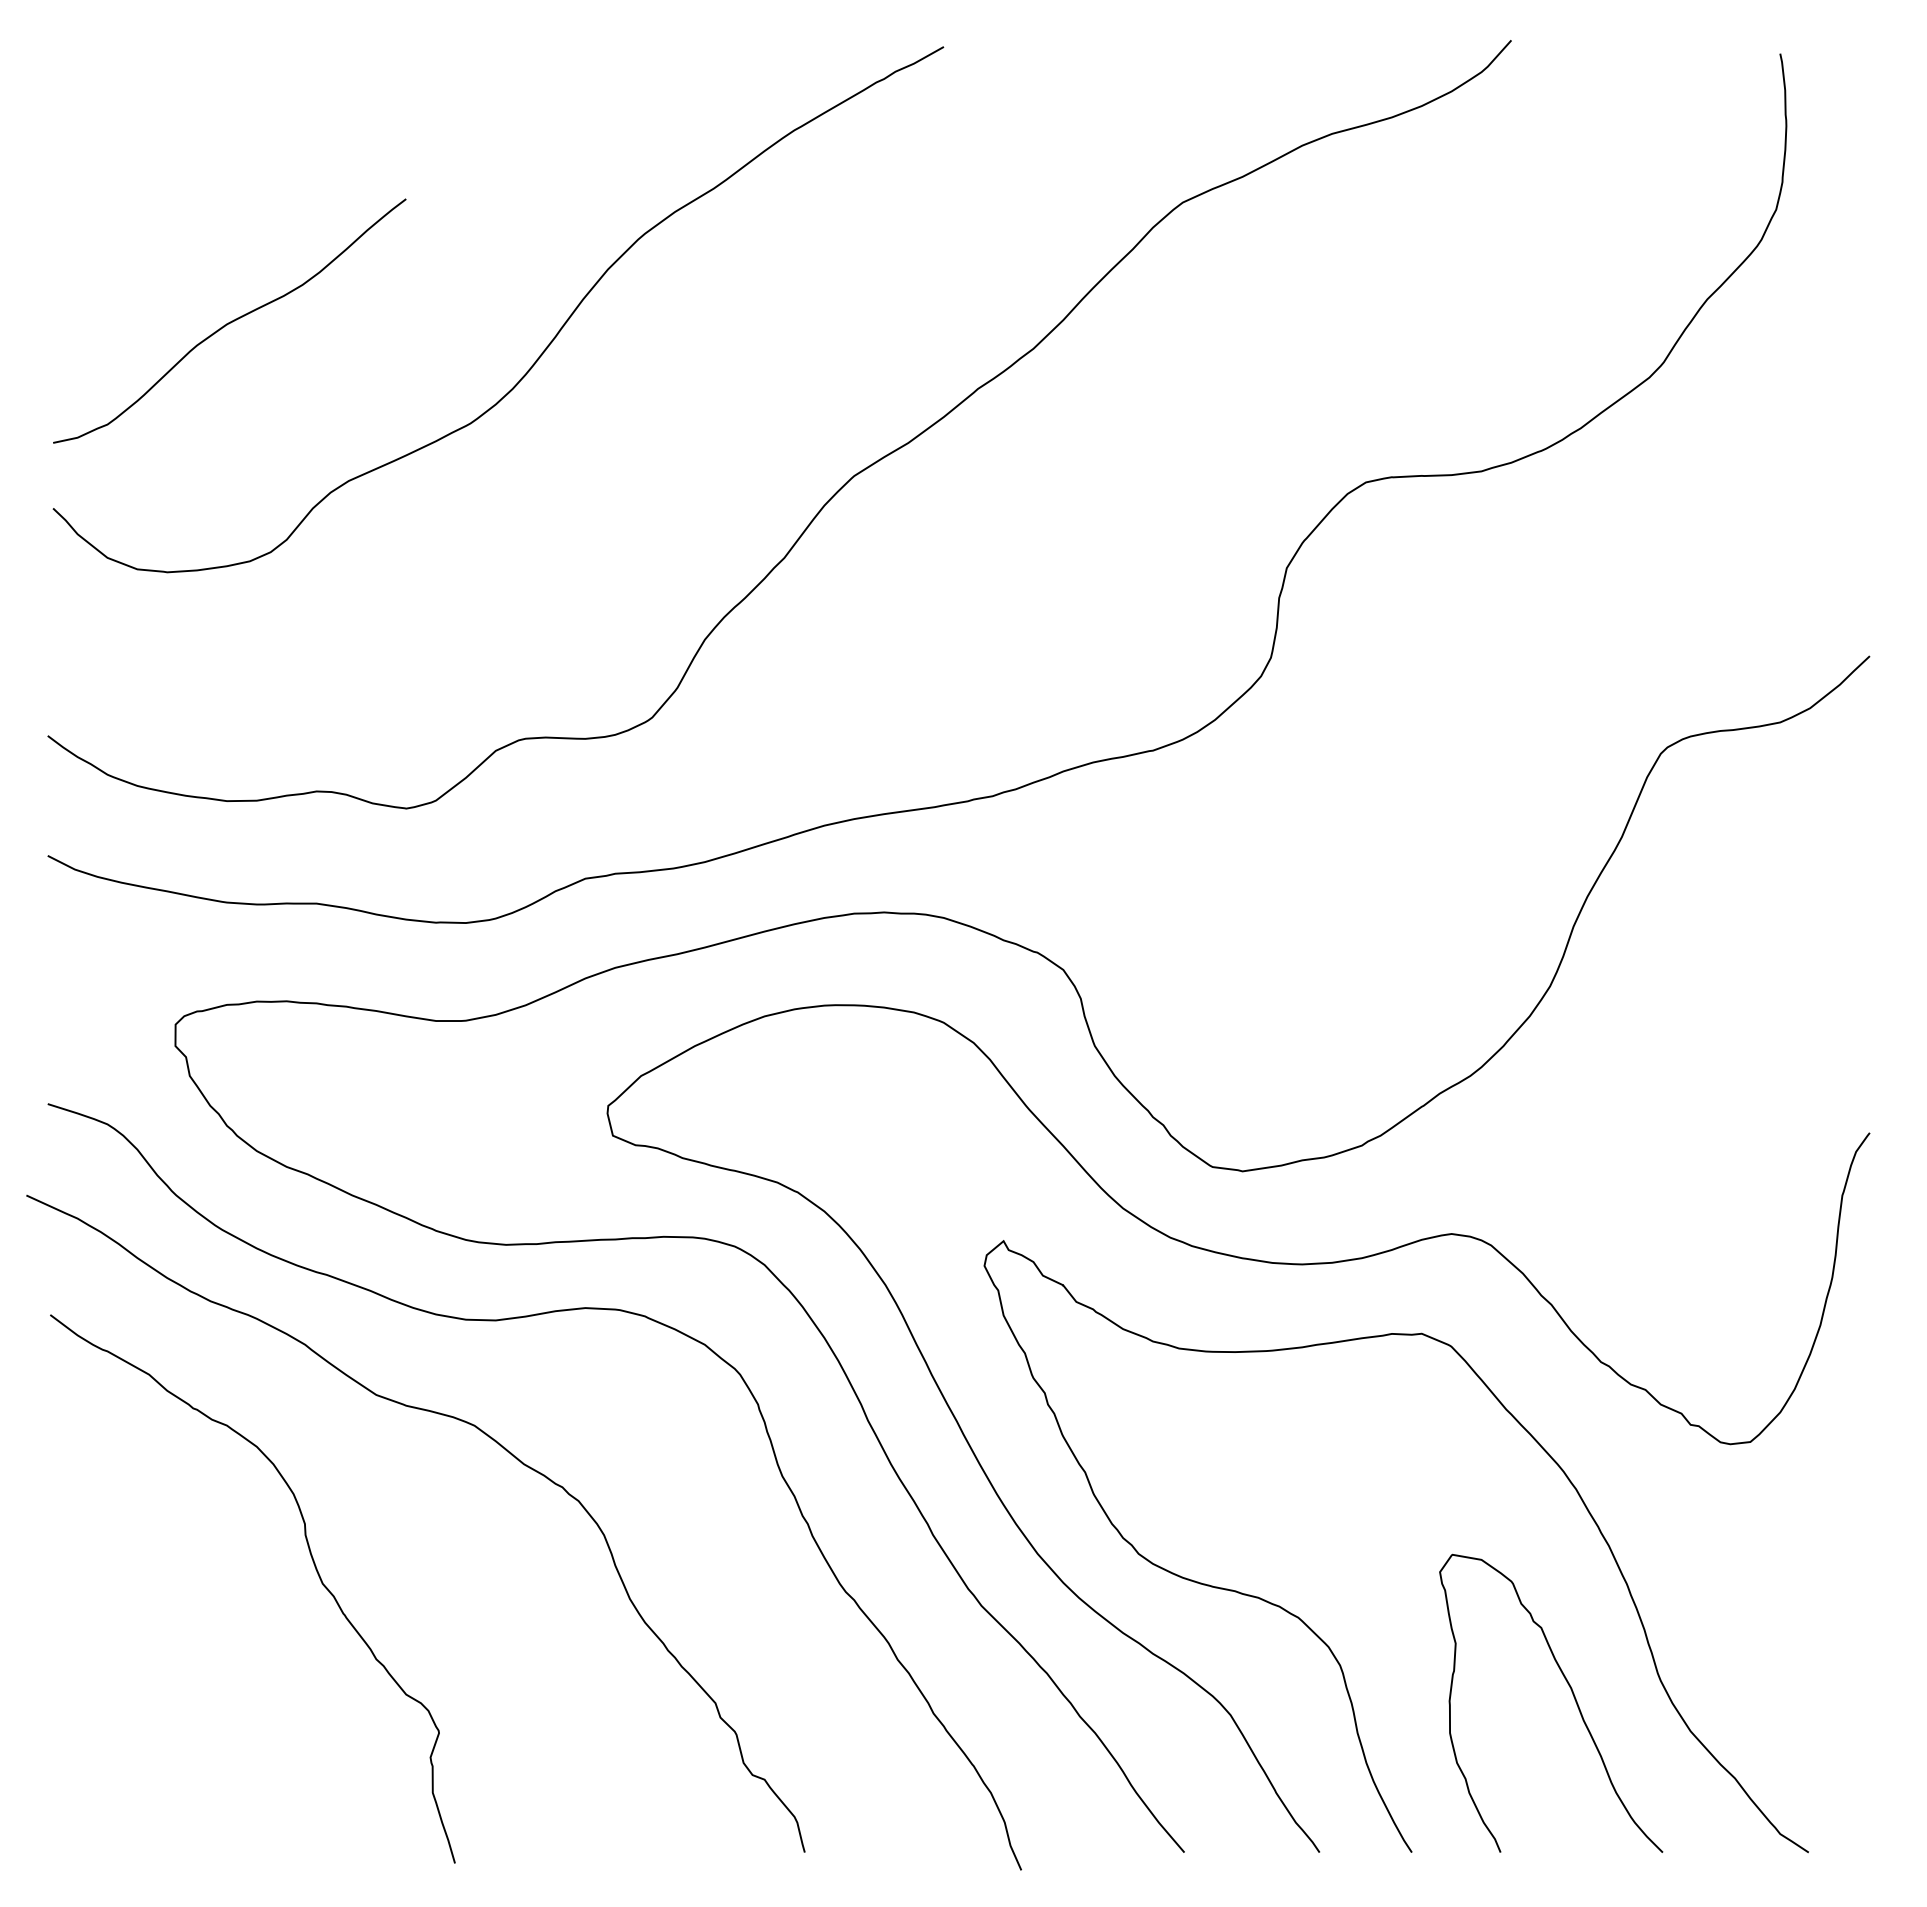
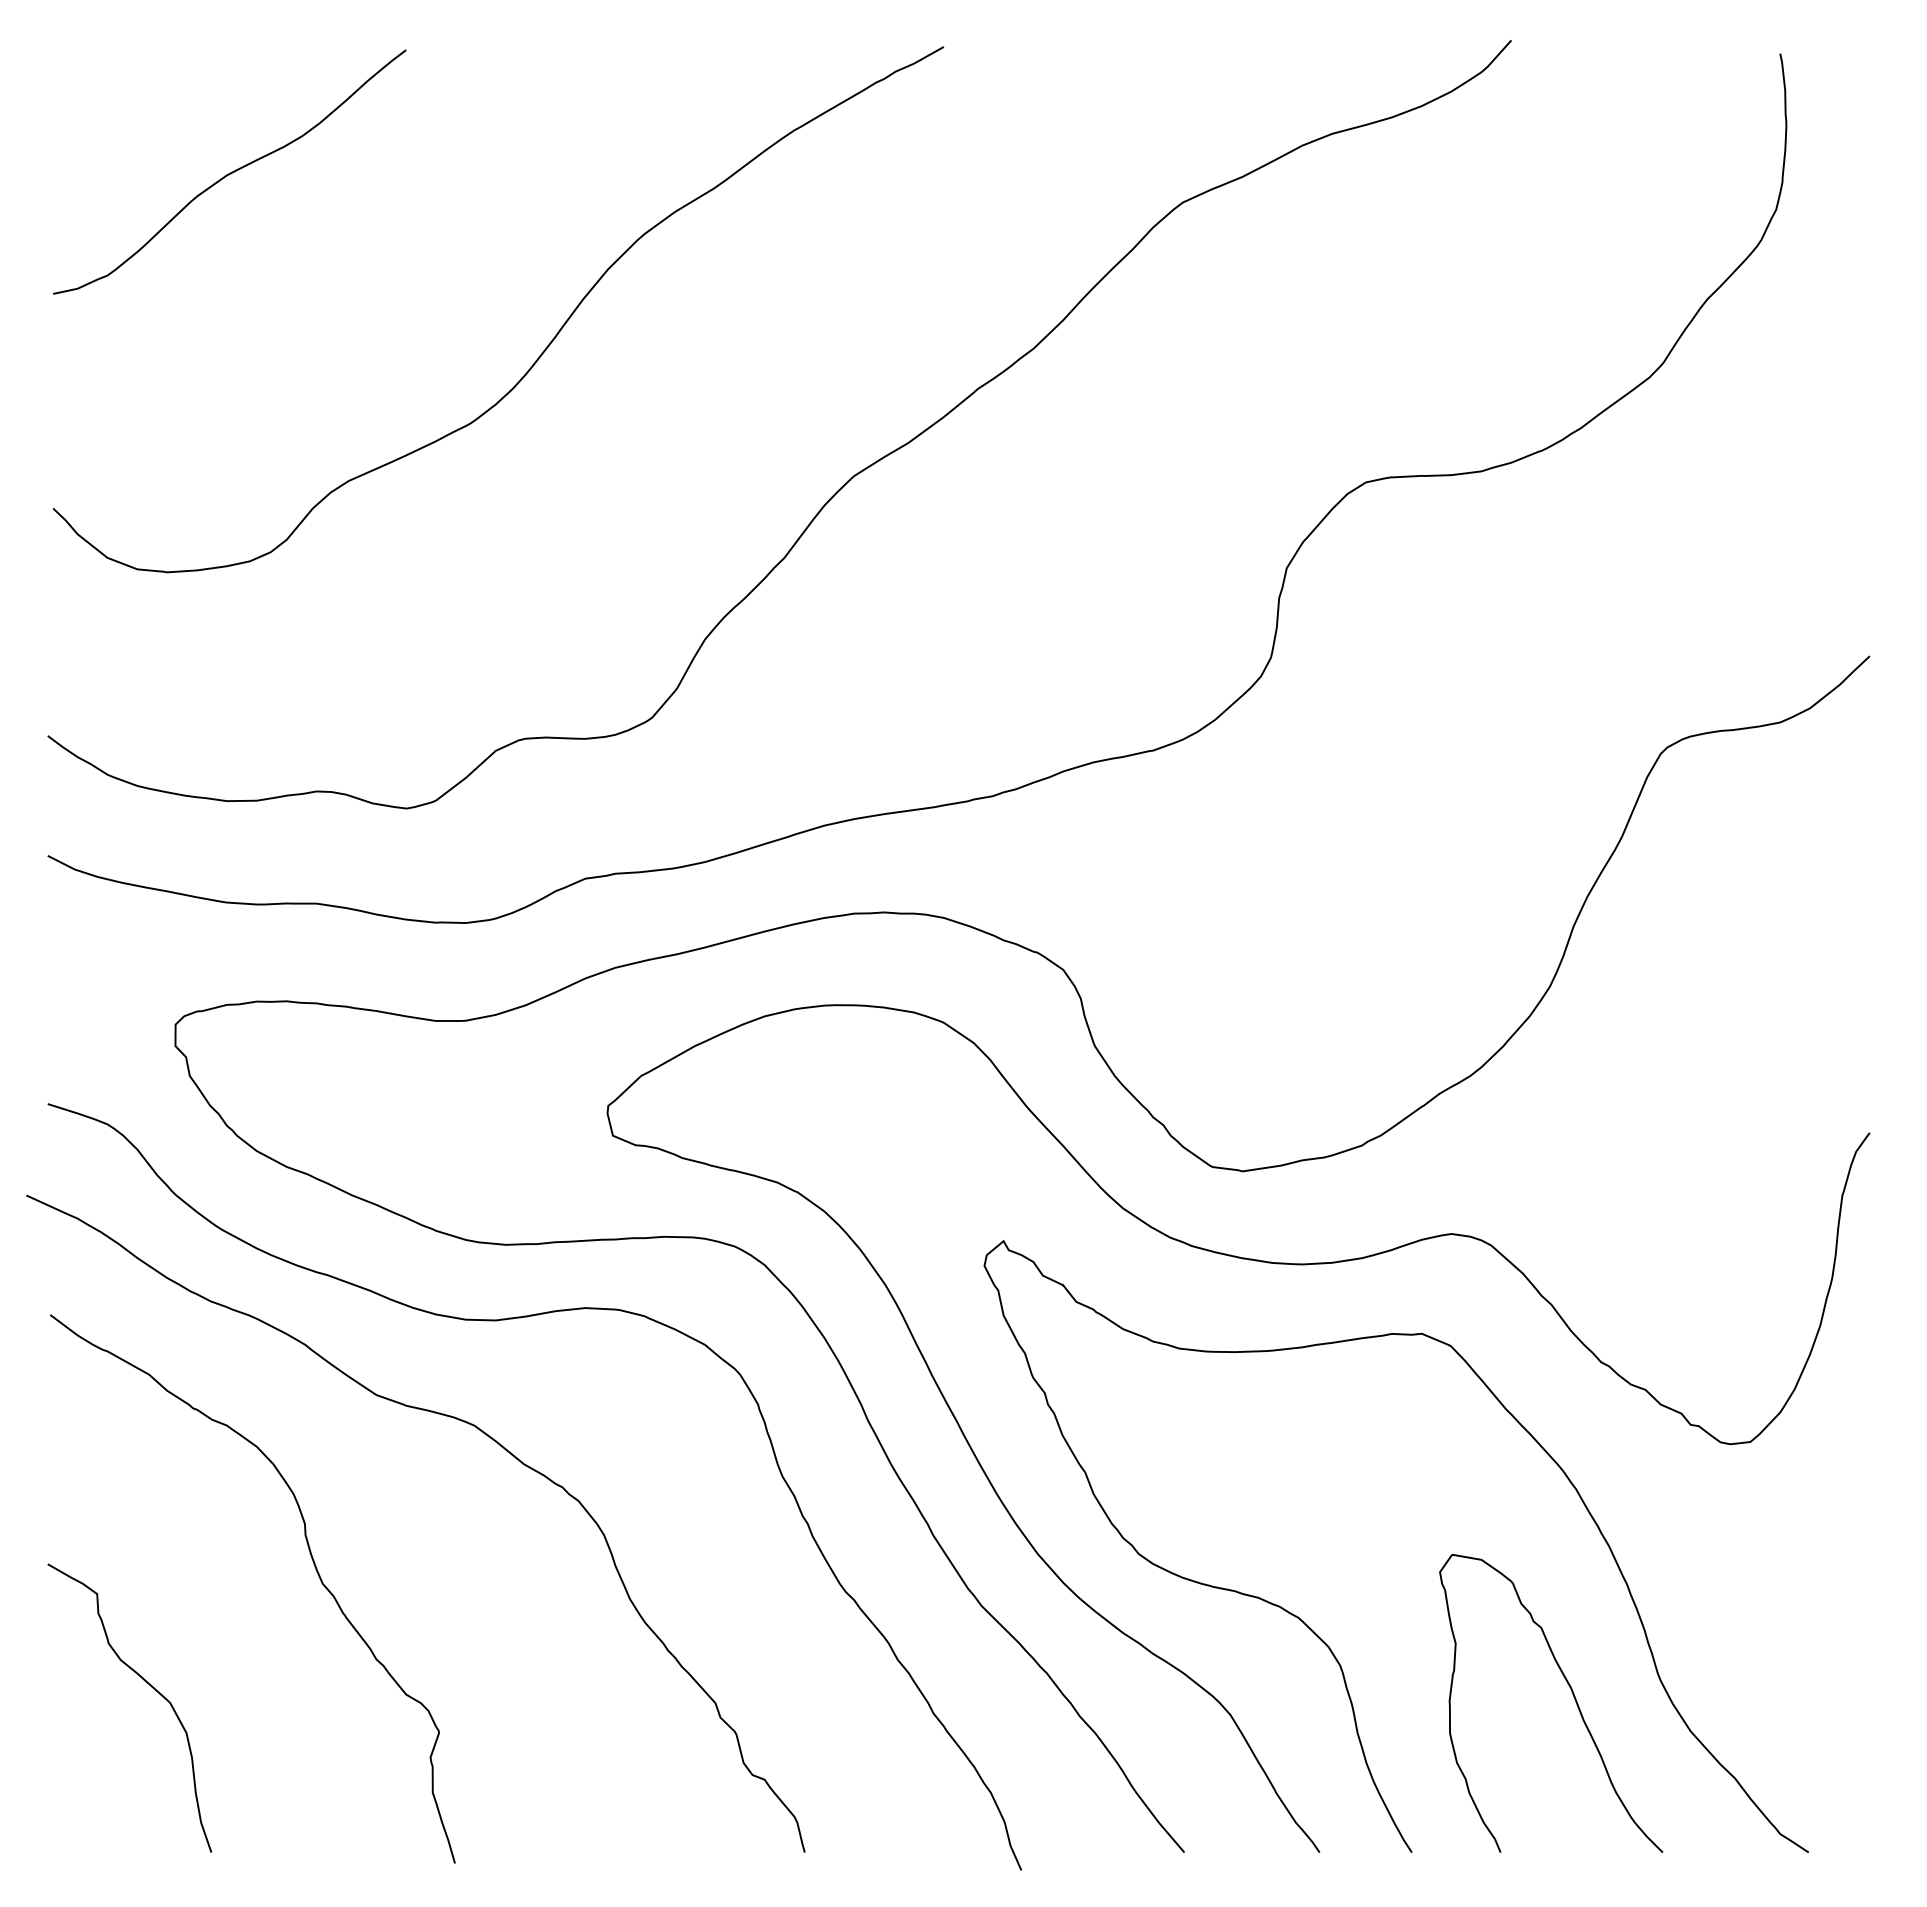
curve at (230, 321) position: (230, 321) -> (230, 172)
curve at (145, 1682): none -> present
